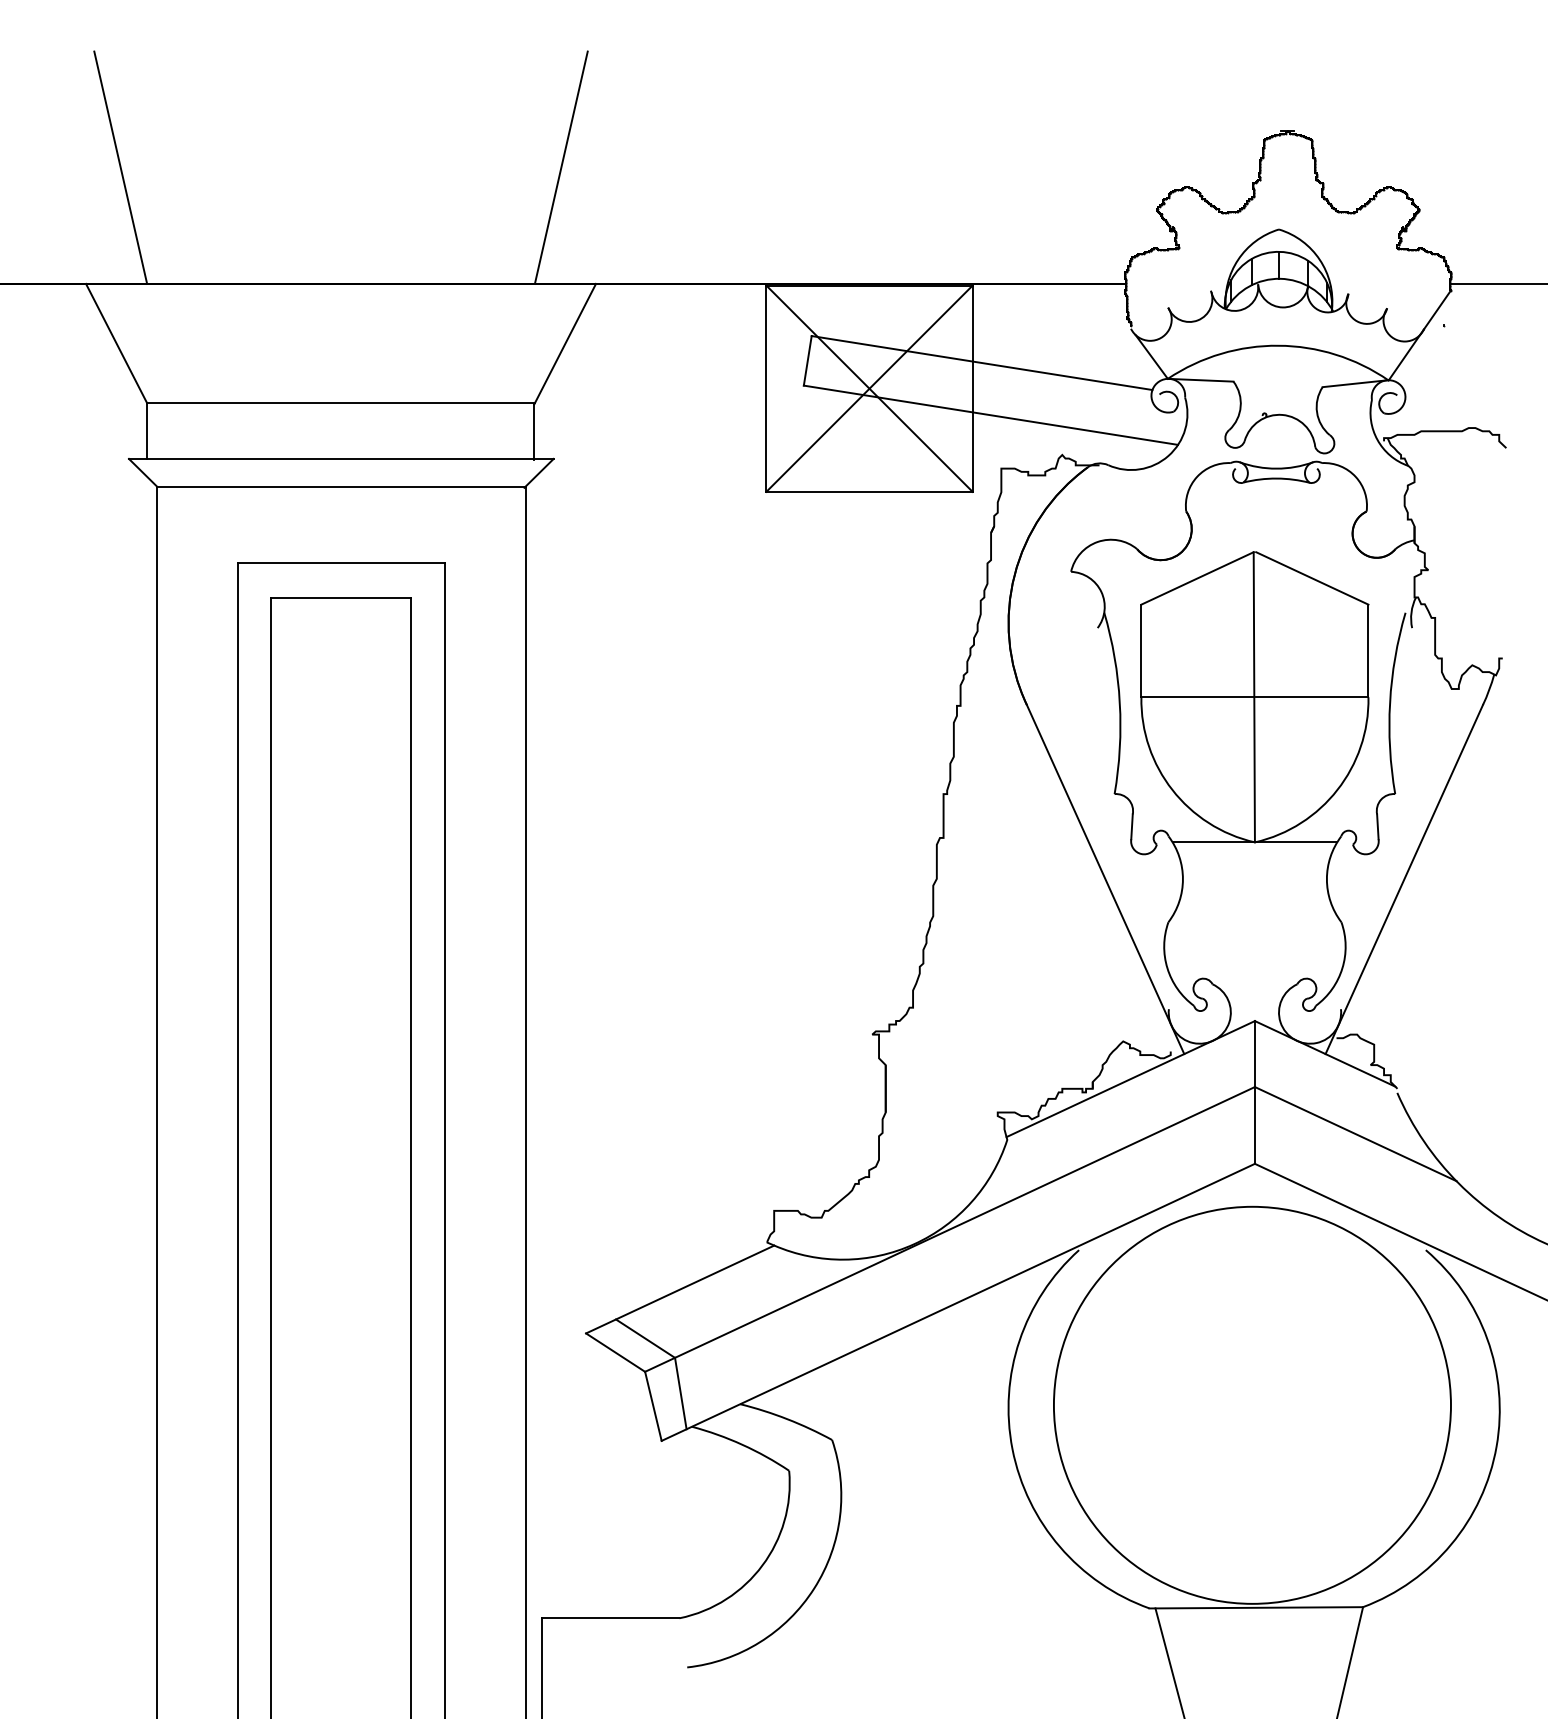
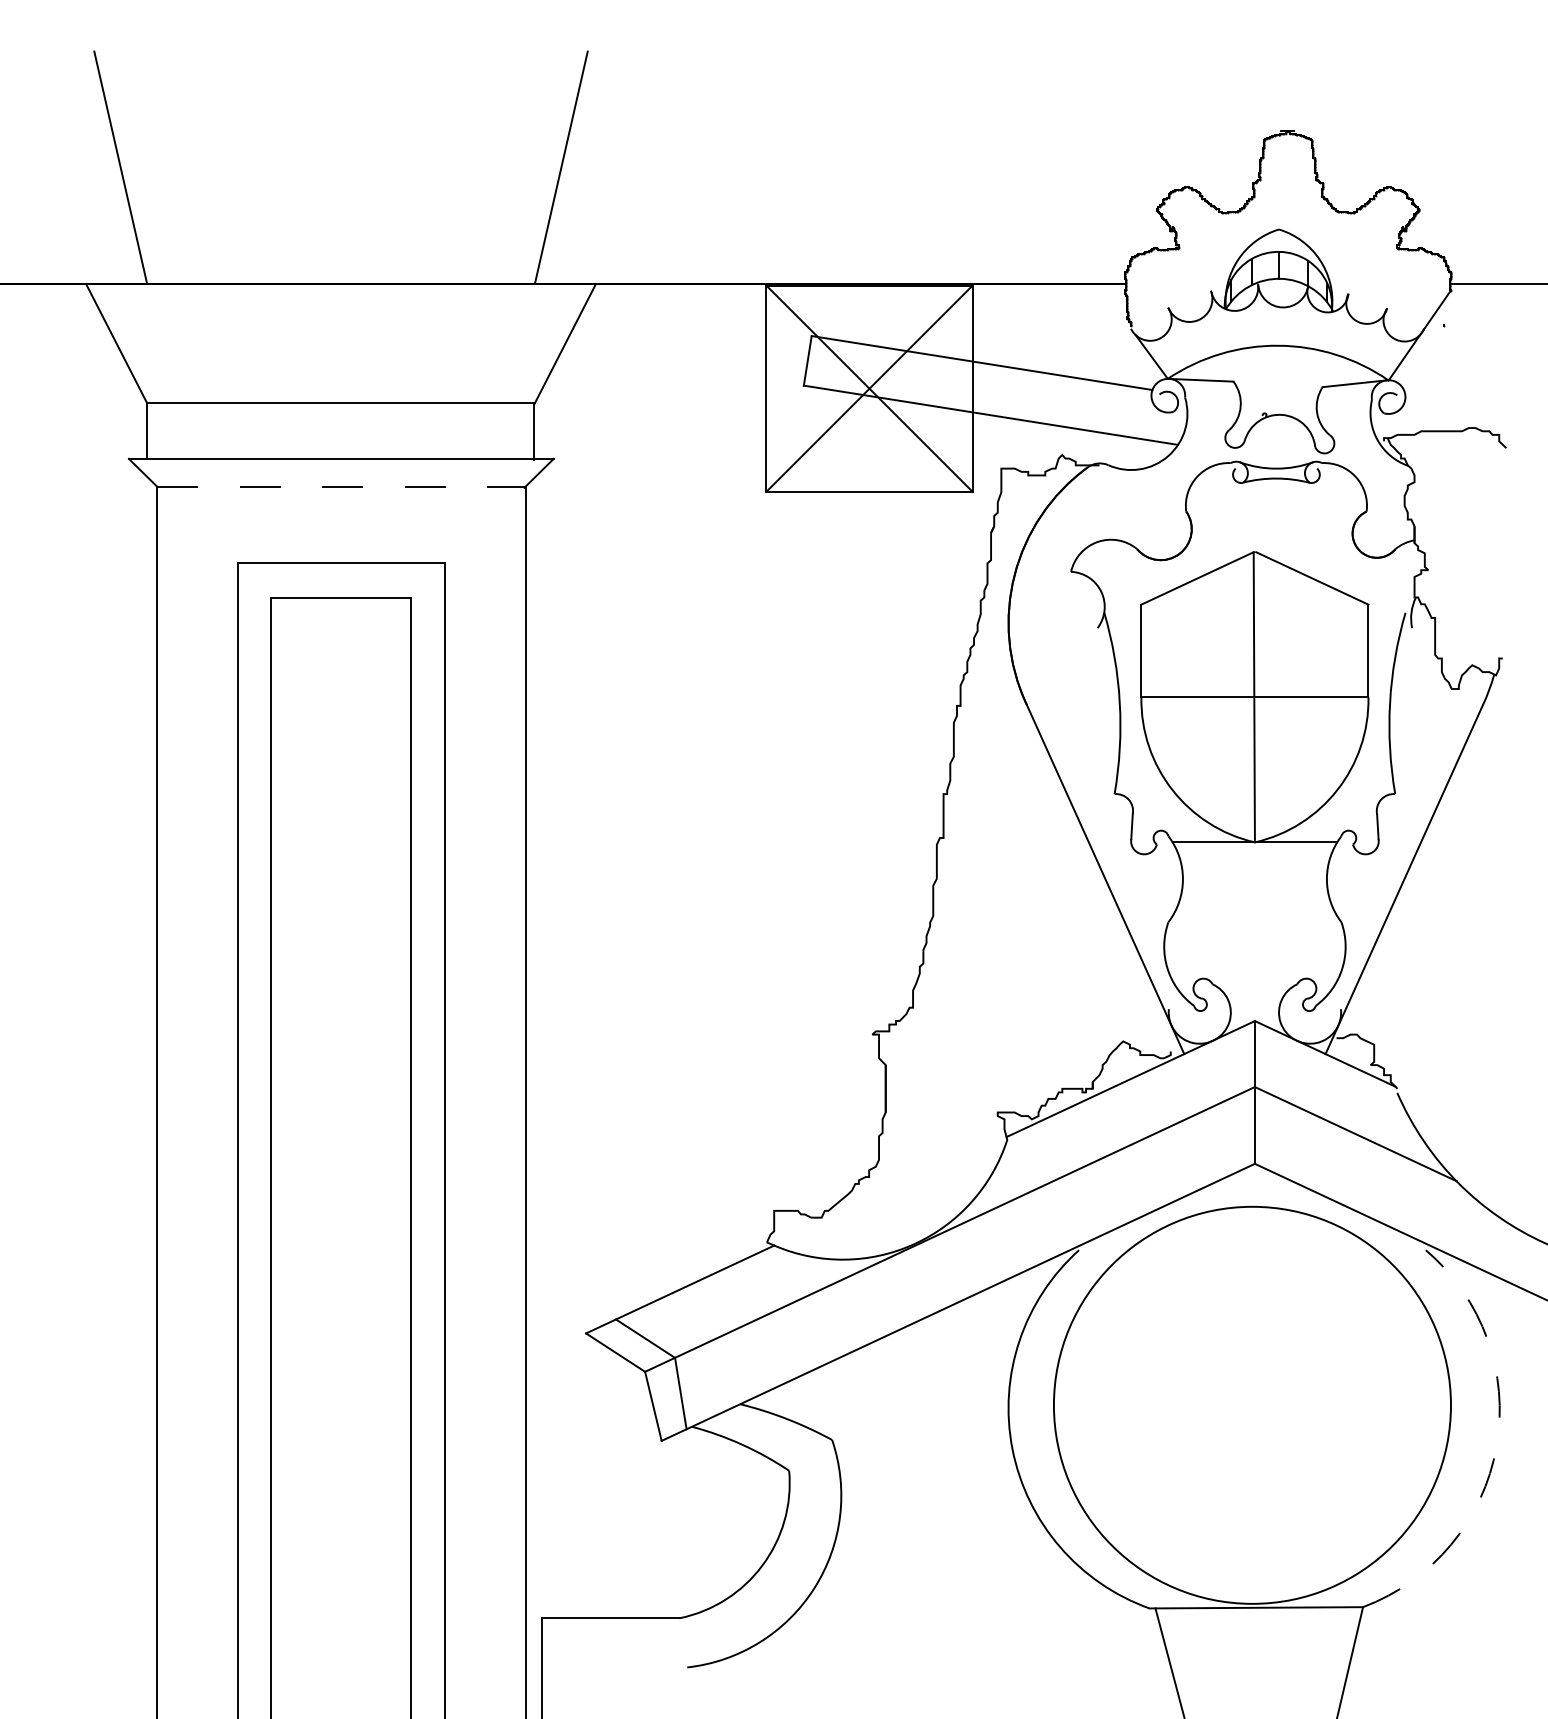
line at (341, 486): solid -> dashed
arc at (1496, 1446): solid -> dashed
